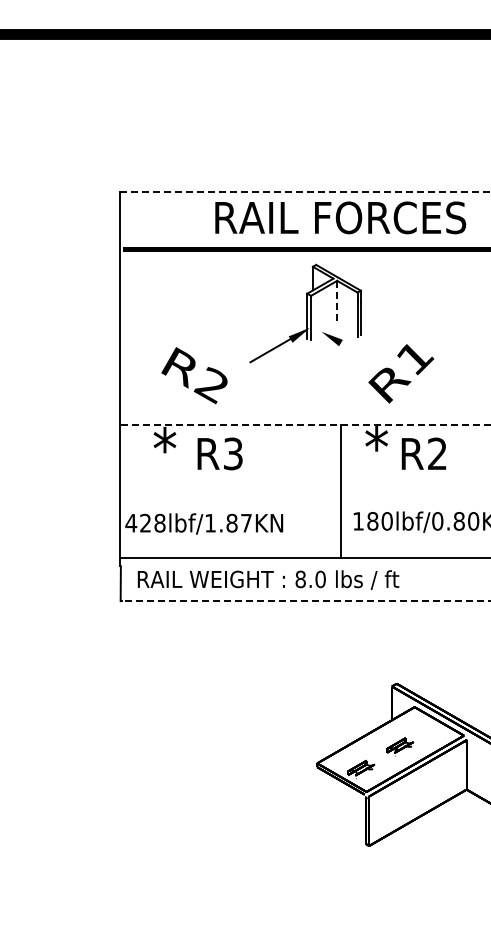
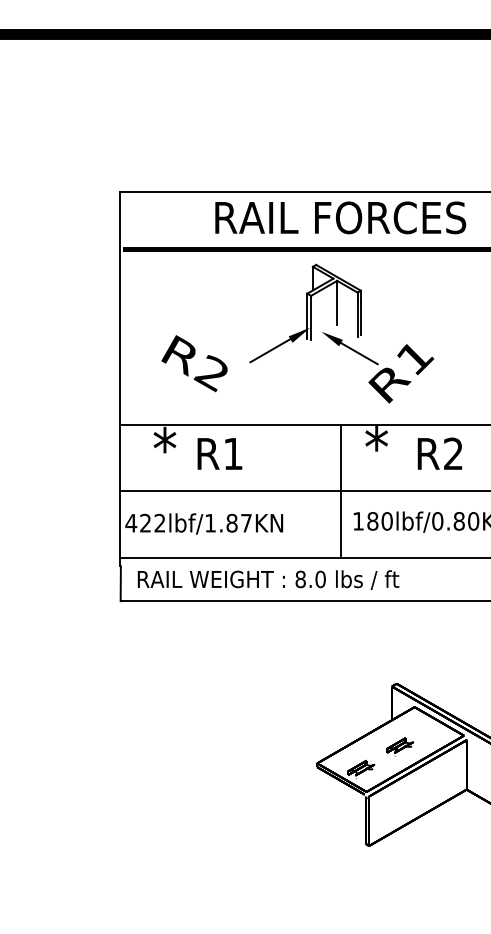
line at (305, 191): dashed -> solid
line at (337, 303): dashed -> solid
line at (359, 353): none -> present
text at (194, 375) position: (194, 375) -> (194, 363)
line at (305, 424): dashed -> solid
text at (233, 453): R3 -> R1
text at (423, 453) position: (423, 453) -> (439, 453)
line at (303, 490): none -> present
text at (159, 522): 428lbf/1.87KN -> 422lbf/1.87KN
line at (305, 601): dashed -> solid
